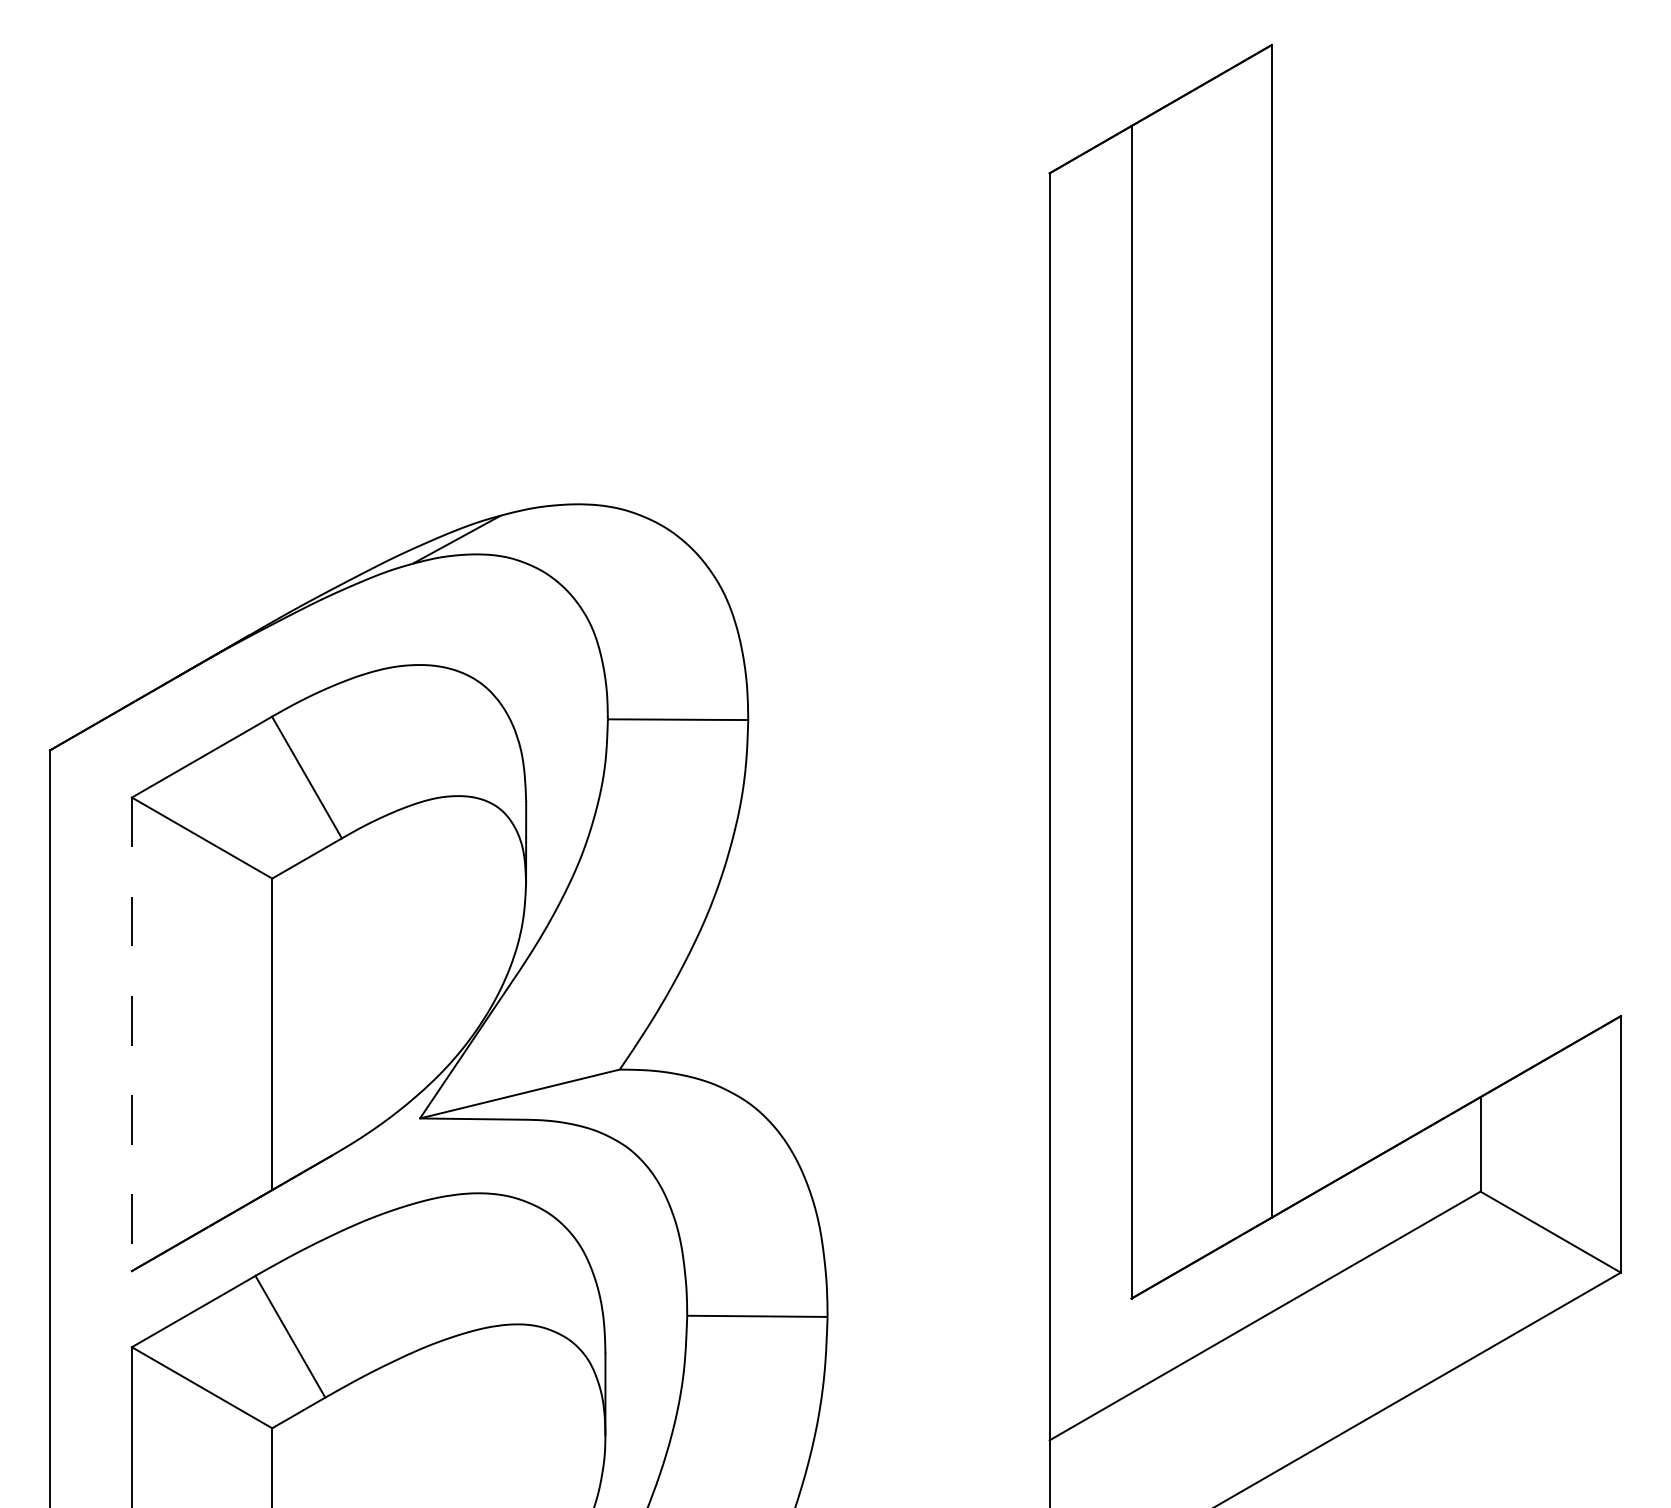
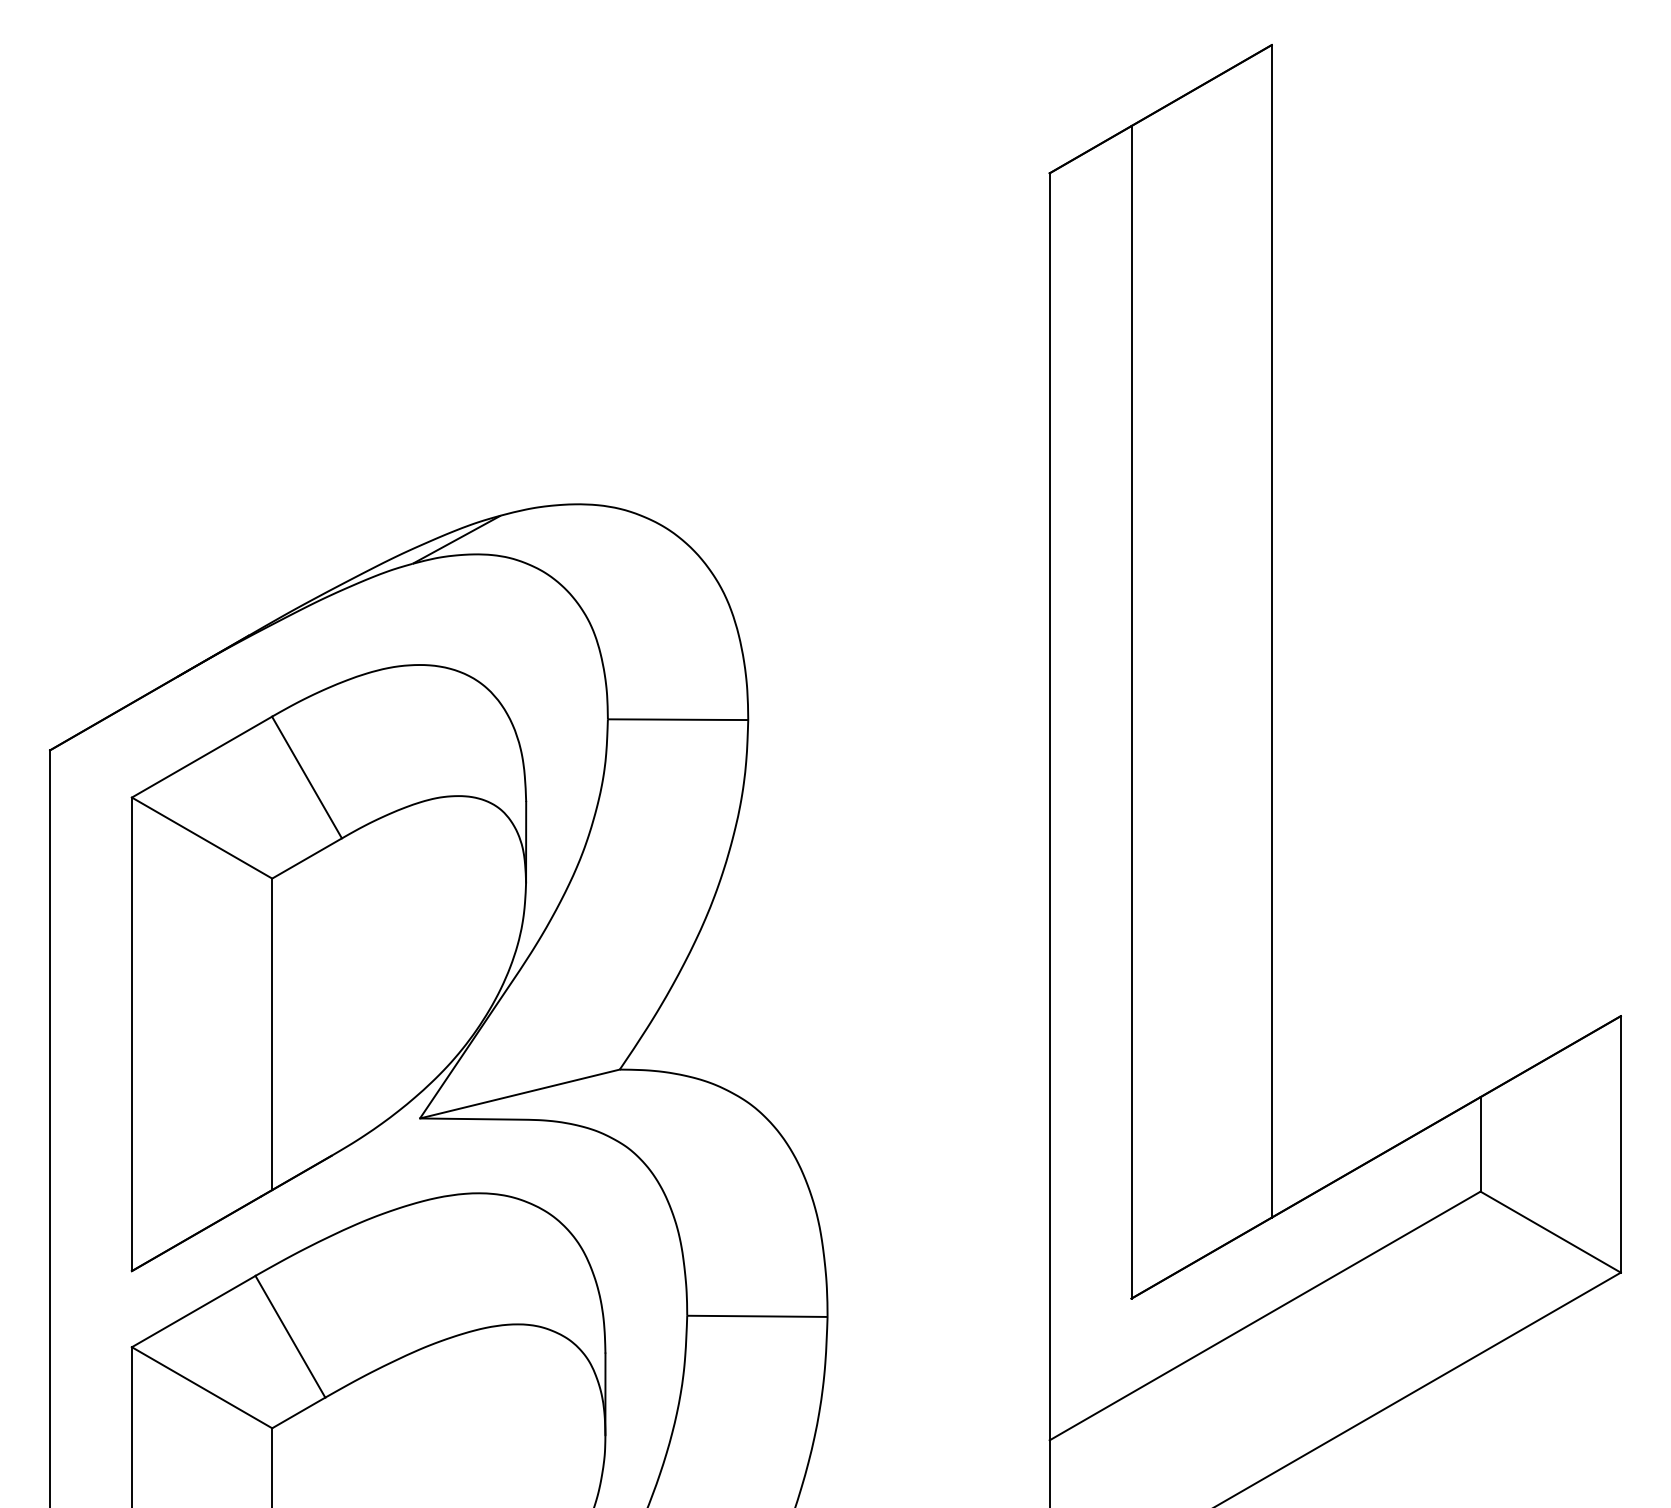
line at (131, 1034): dashed -> solid
